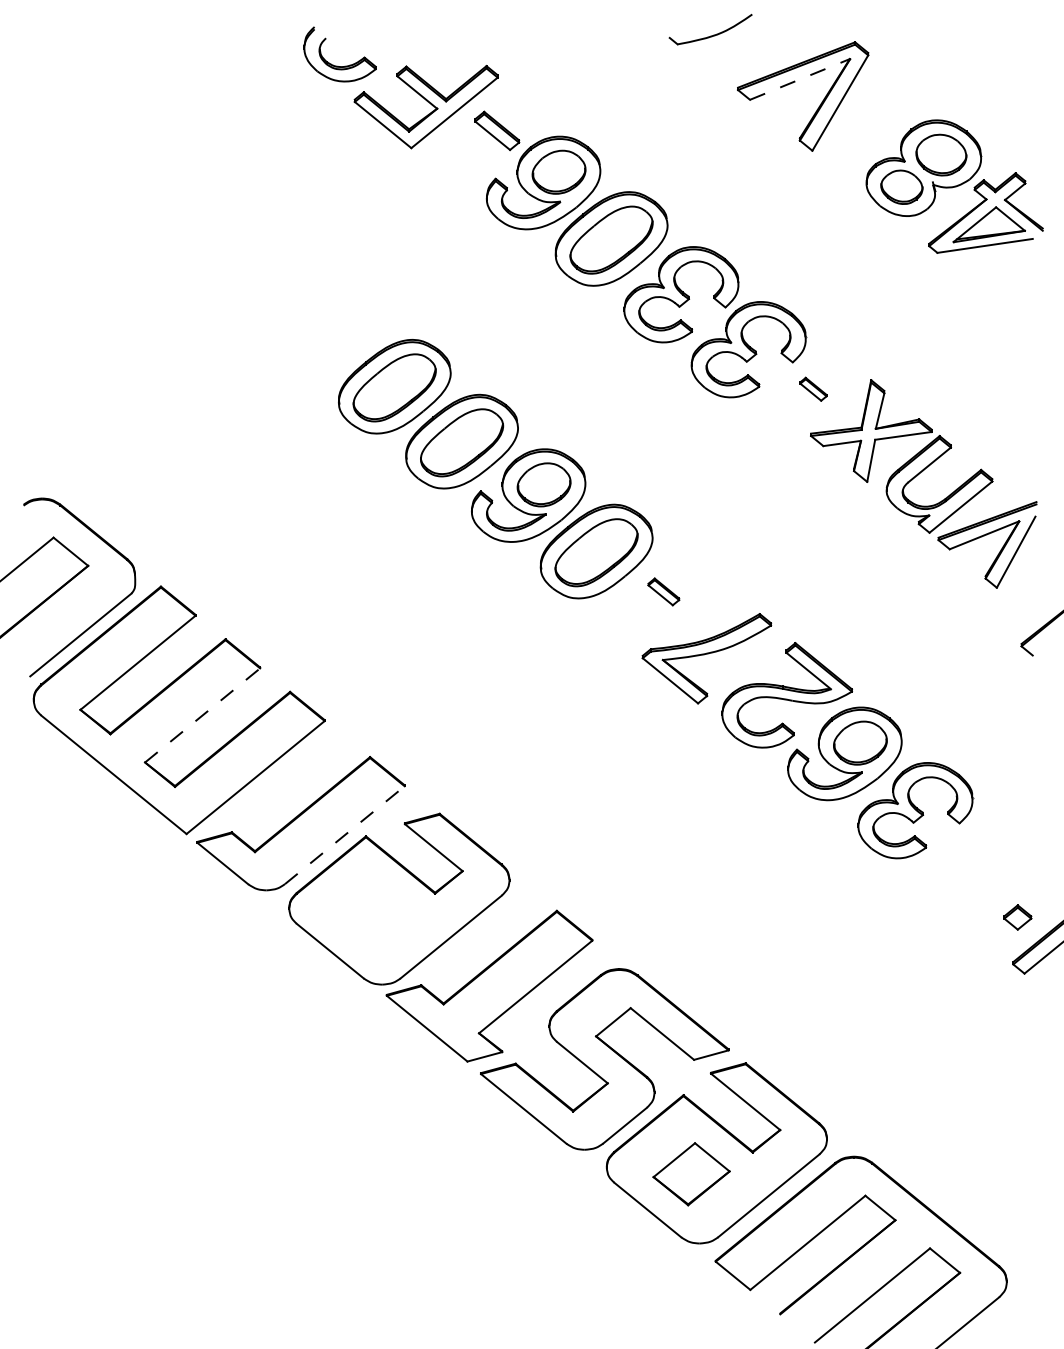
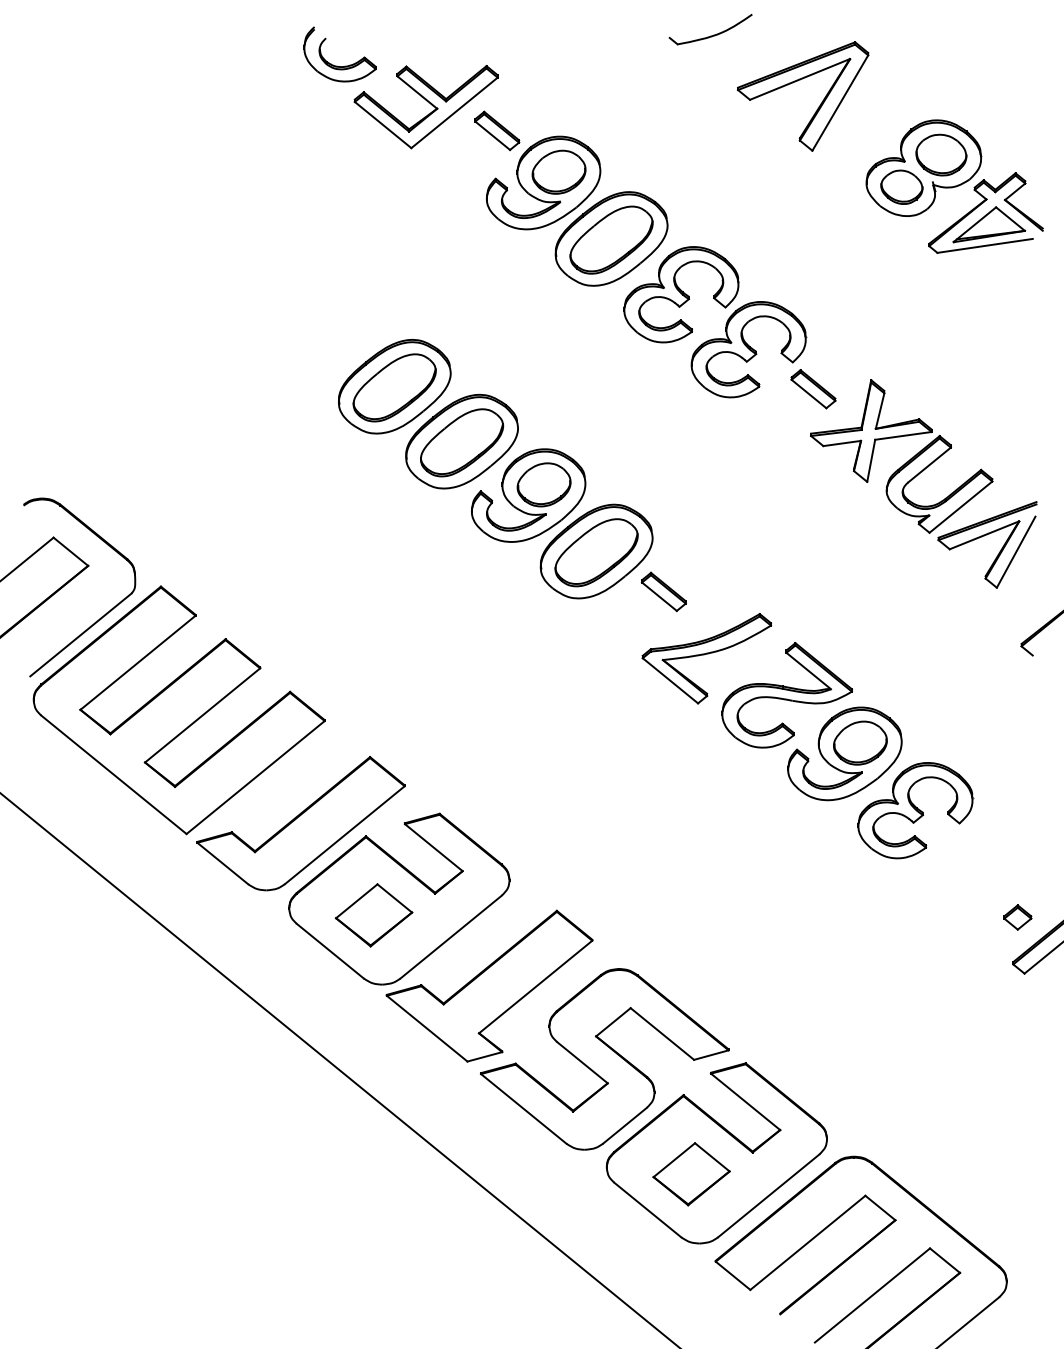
line at (799, 79): dashed -> solid
part at (813, 388) size: 29x26 px -> 47x41 px
part at (663, 591) size: 34x30 px -> 47x42 px
line at (202, 715): dashed -> solid
line at (345, 834): dashed -> solid
part at (373, 915): none -> present
line at (339, 1069): none -> present
